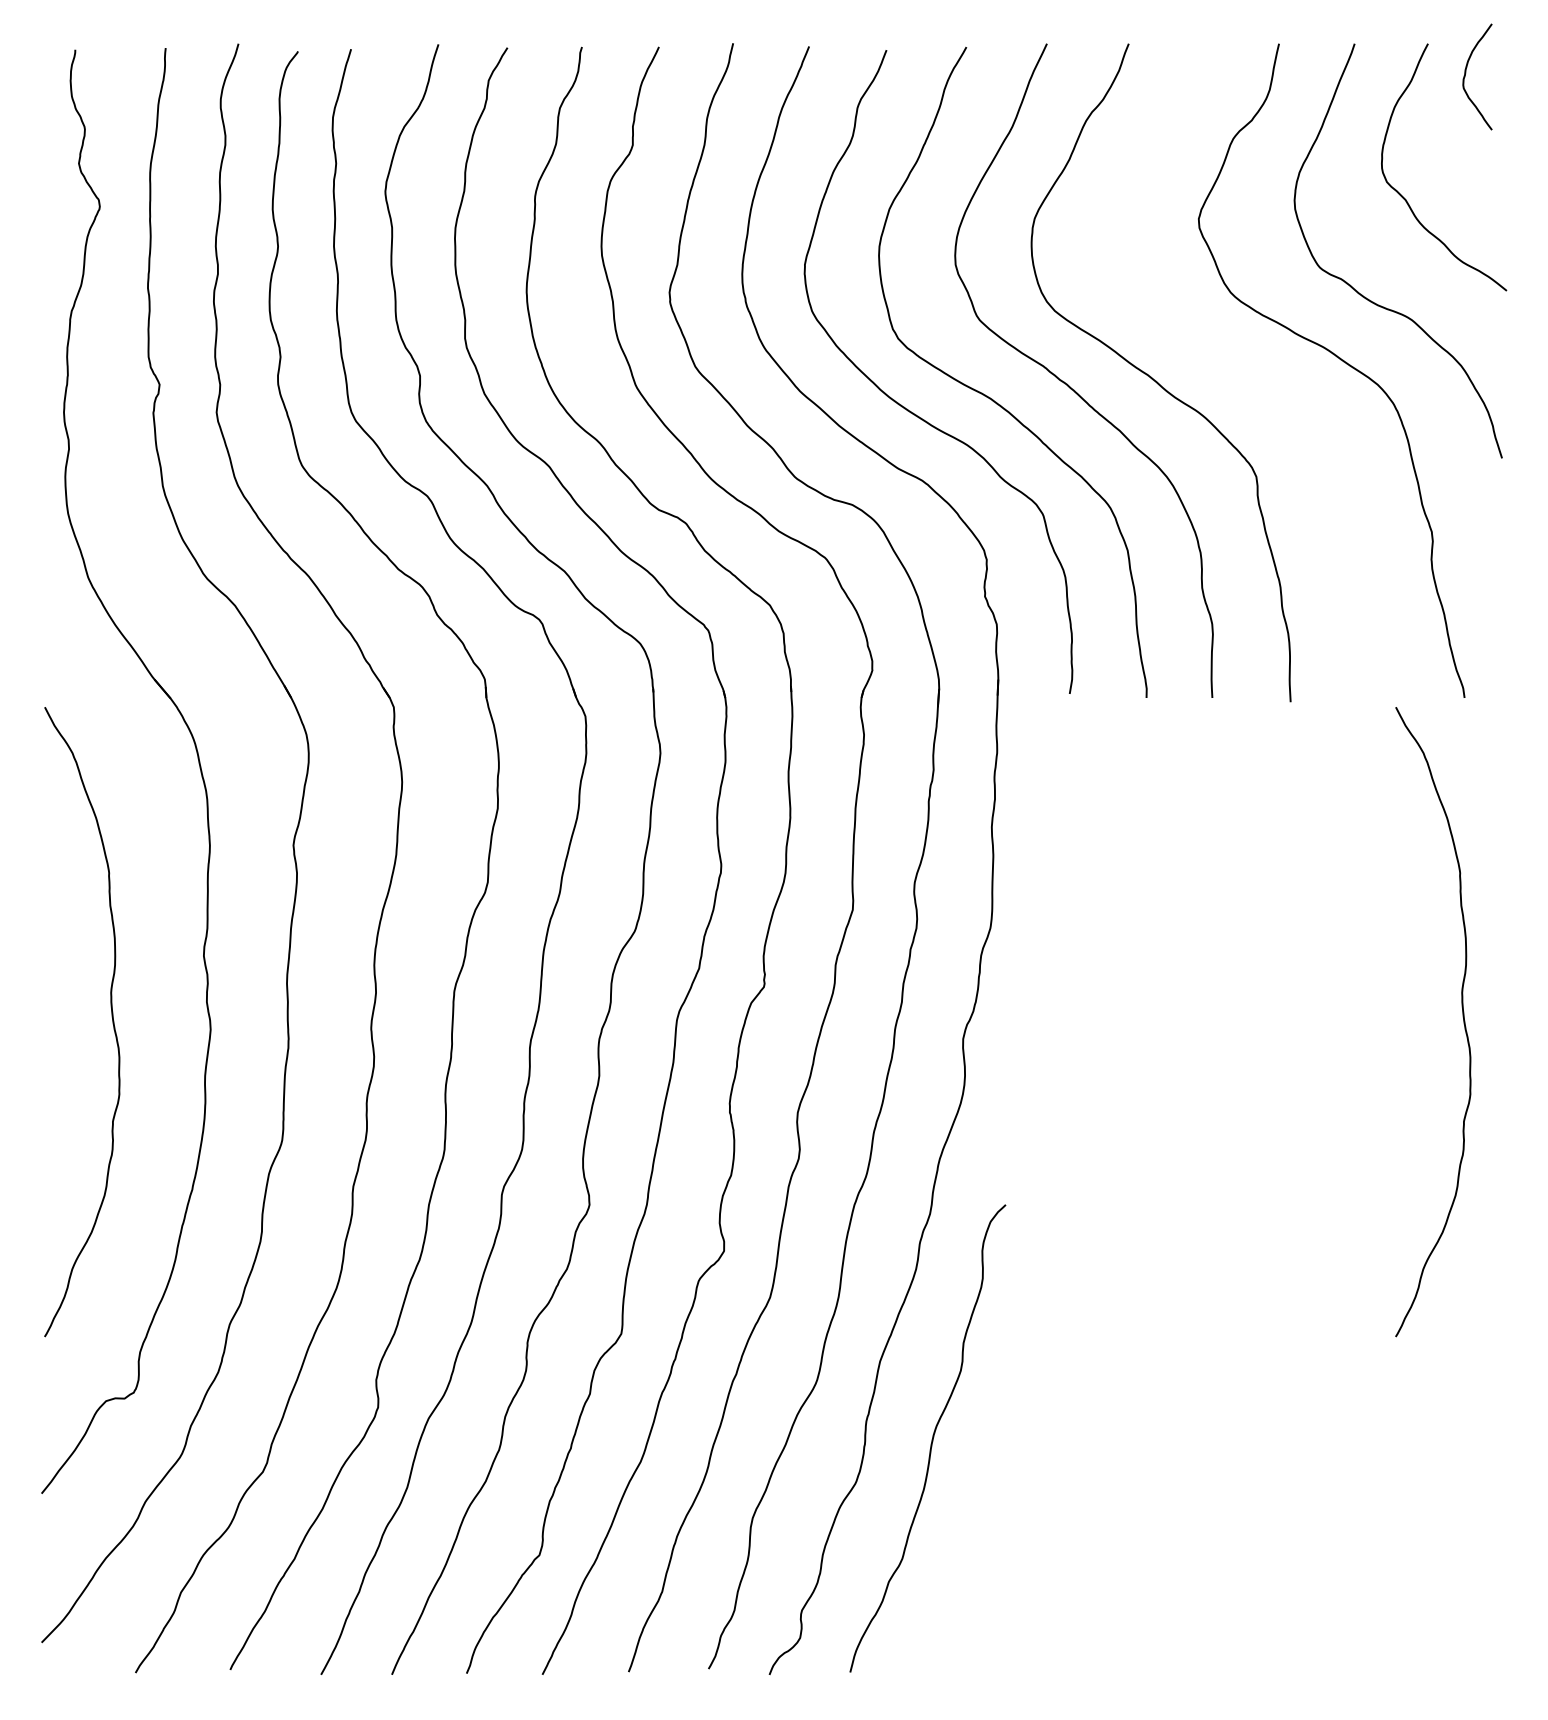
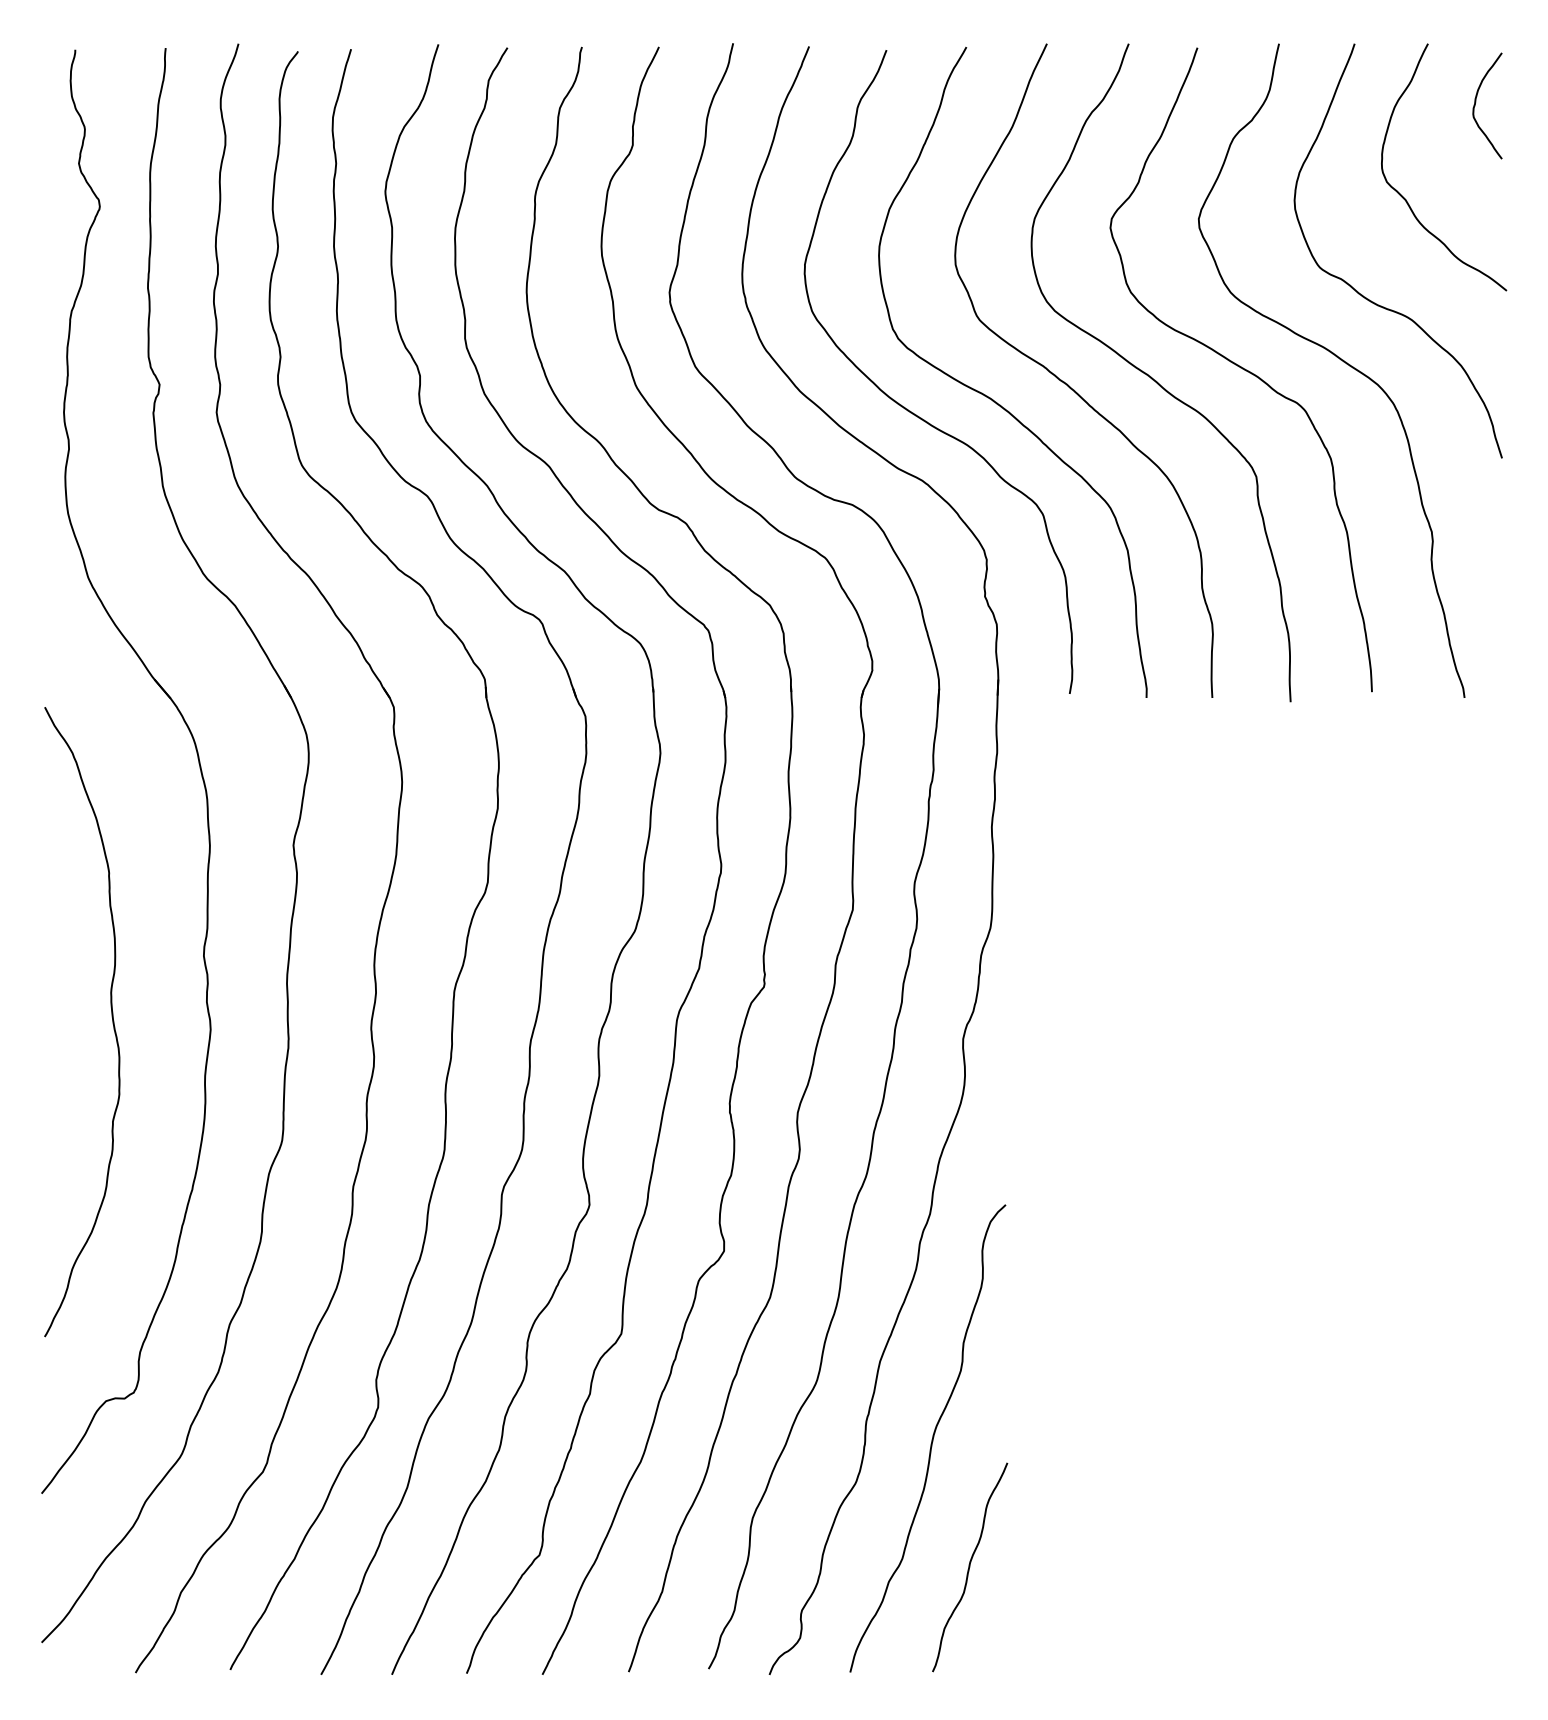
curve at (1466, 73) position: (1466, 73) -> (1476, 102)
curve at (1240, 368): none -> present
curve at (1462, 1017): present -> none
curve at (970, 1567): none -> present
